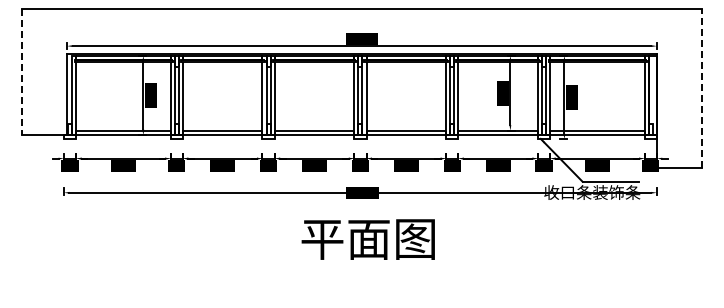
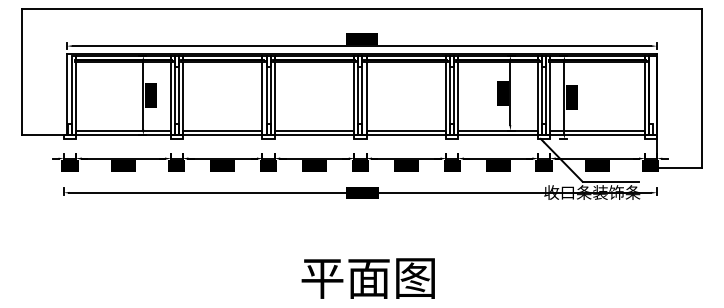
line at (21, 72): dashed -> solid
line at (702, 87): dashed -> solid
text at (367, 239) position: (367, 239) -> (367, 278)
